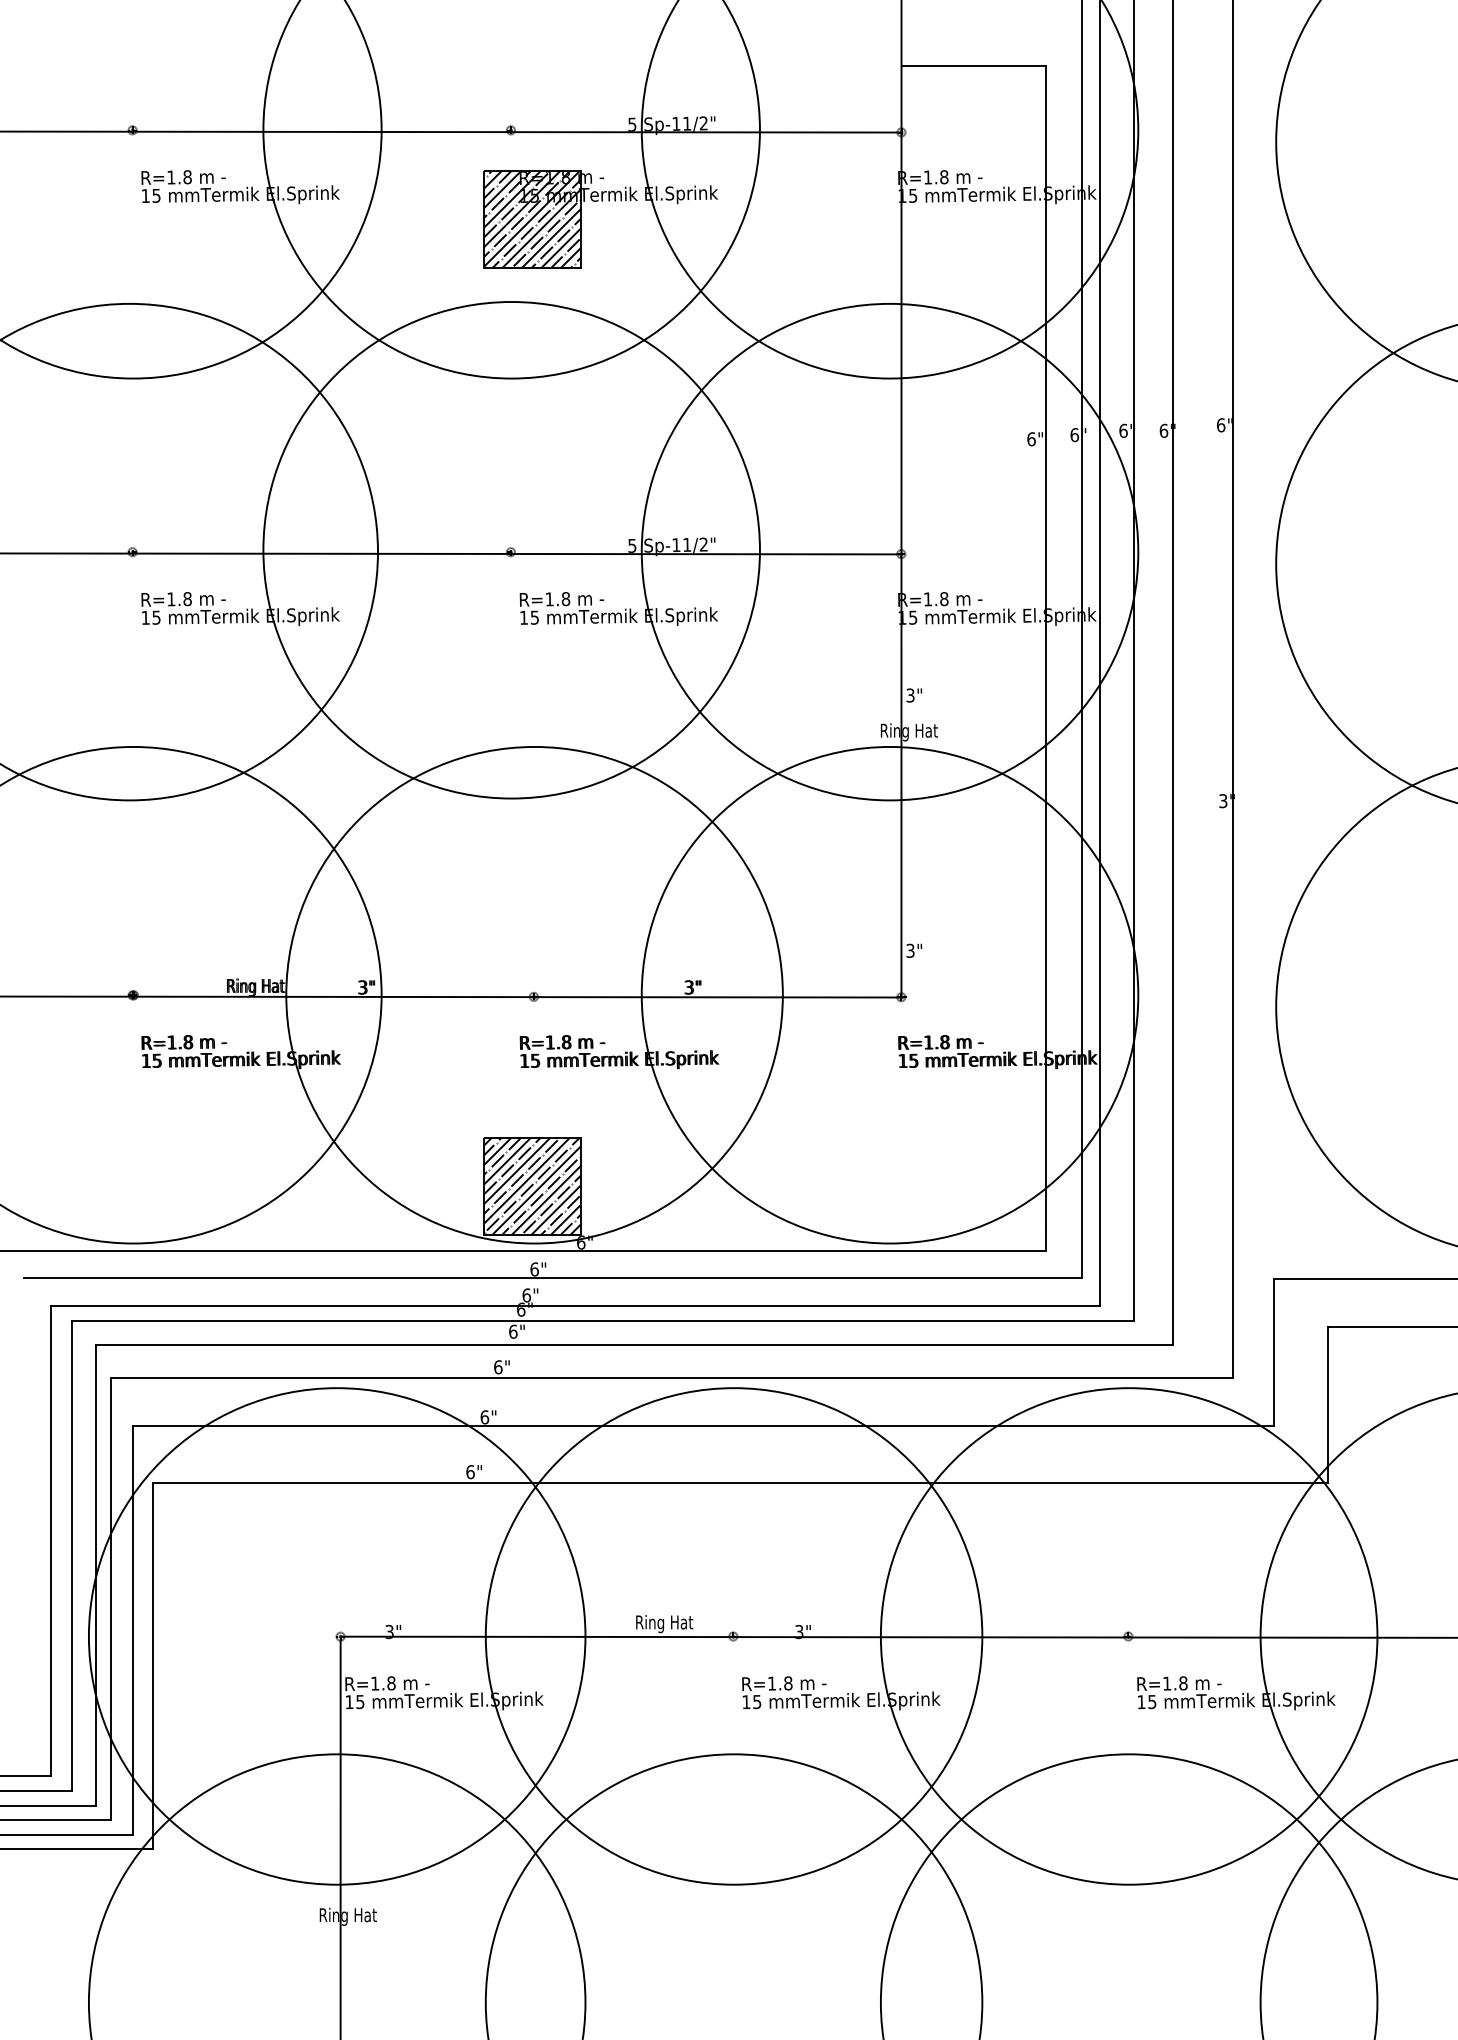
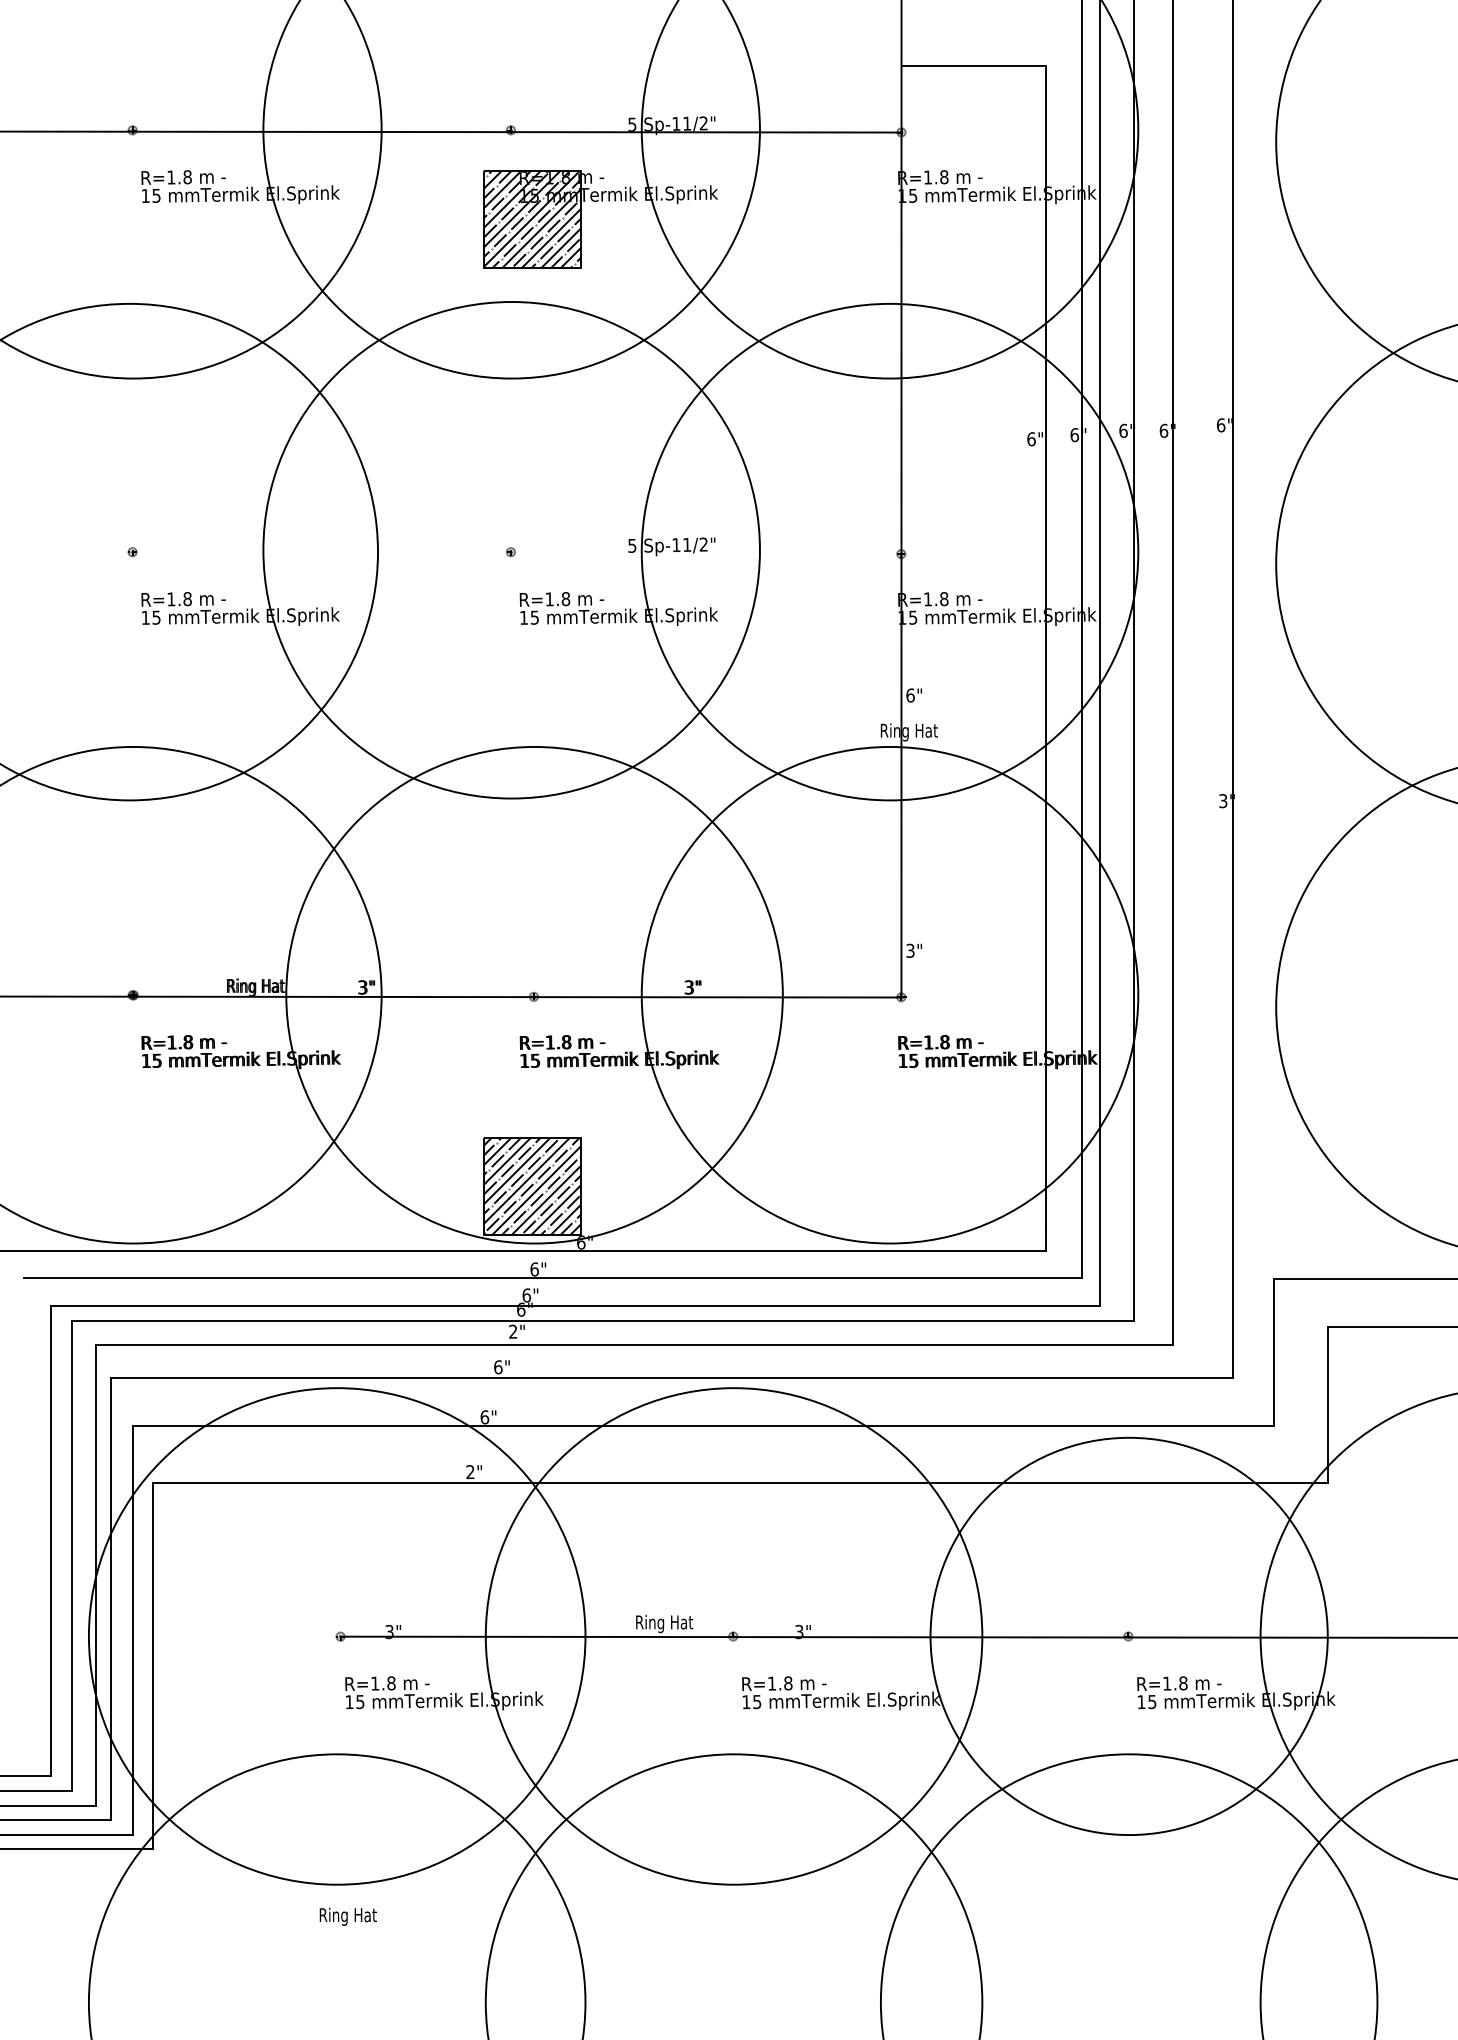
line at (451, 553): present -> none
text at (910, 695): 3" -> 6"
text at (513, 1331): 6" -> 2"
text at (470, 1472): 6" -> 2"
circle at (1128, 1636) diameter: 497 px -> 397 px
line at (340, 1838): present -> none
